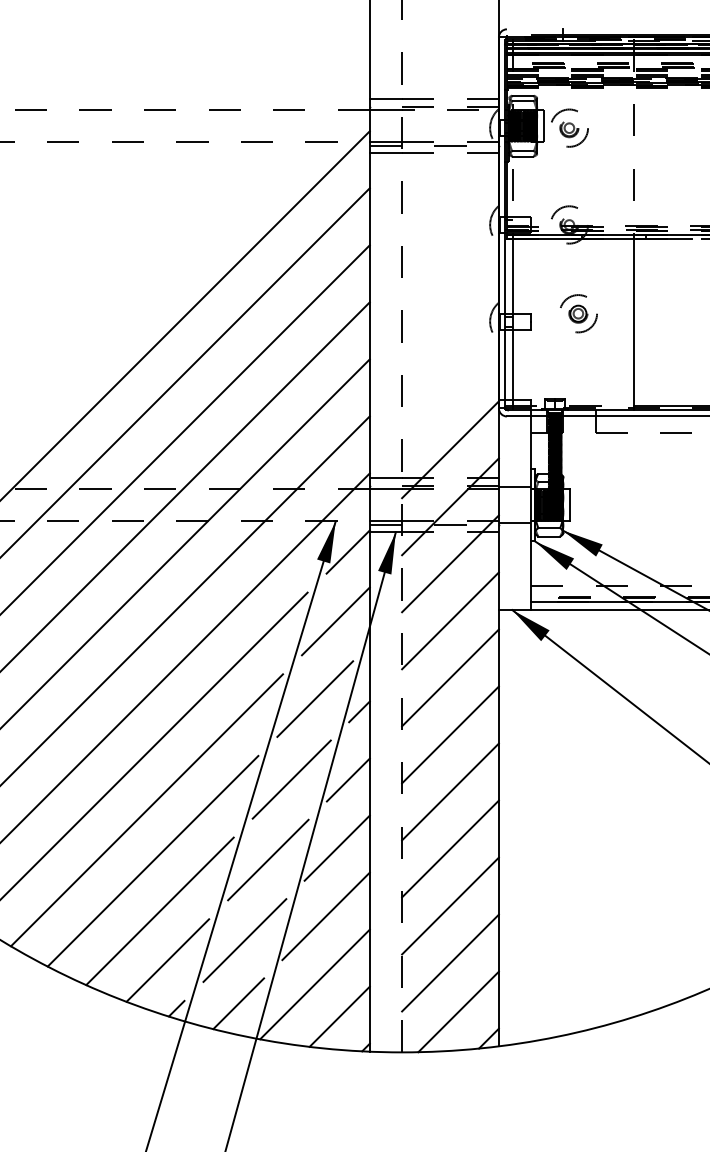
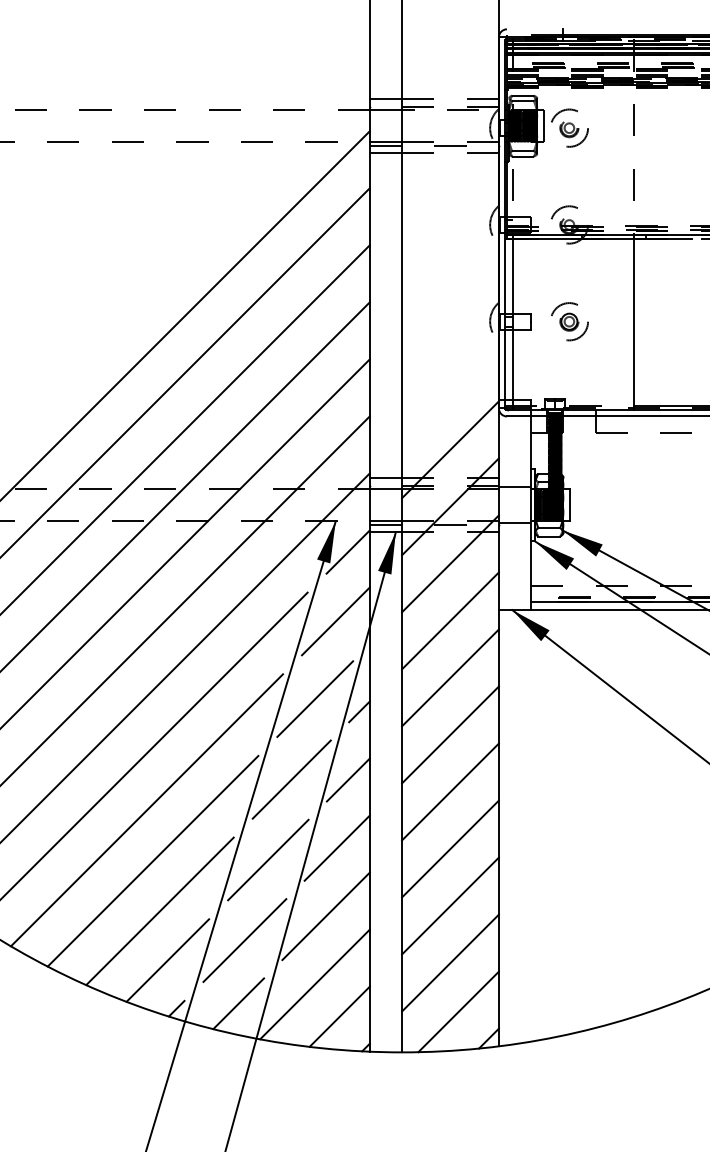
part at (578, 313) position: (578, 313) -> (569, 321)
line at (402, 526): dashed -> solid
